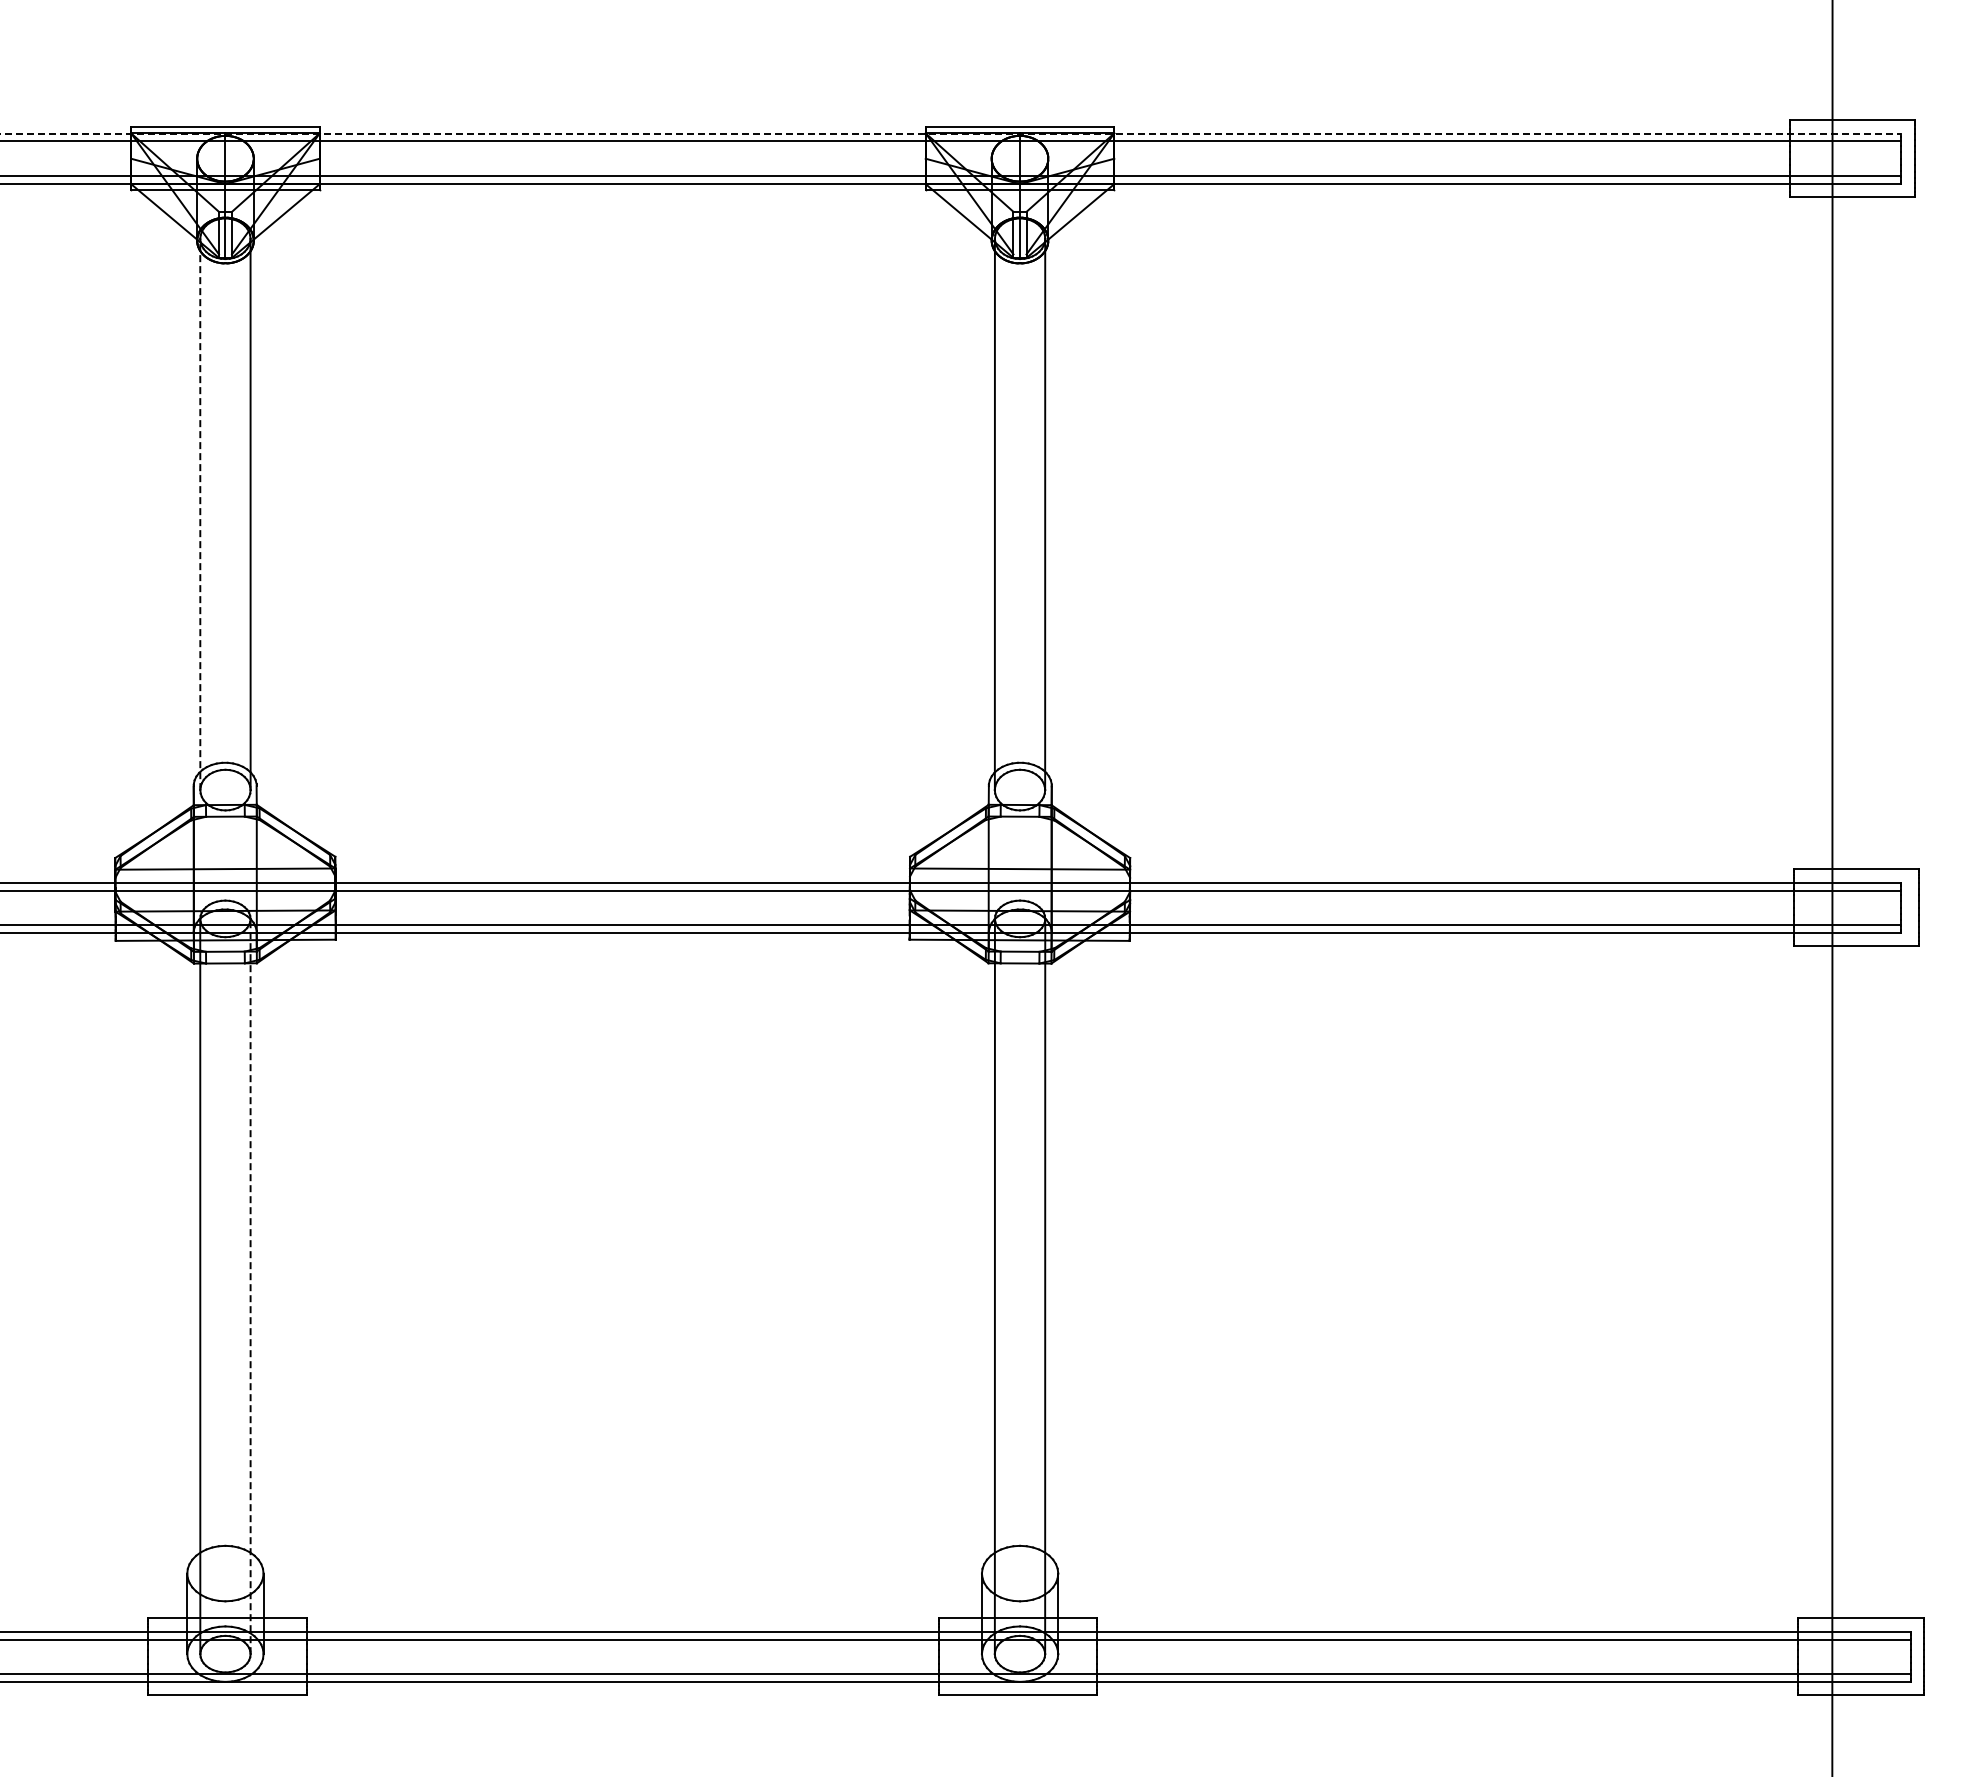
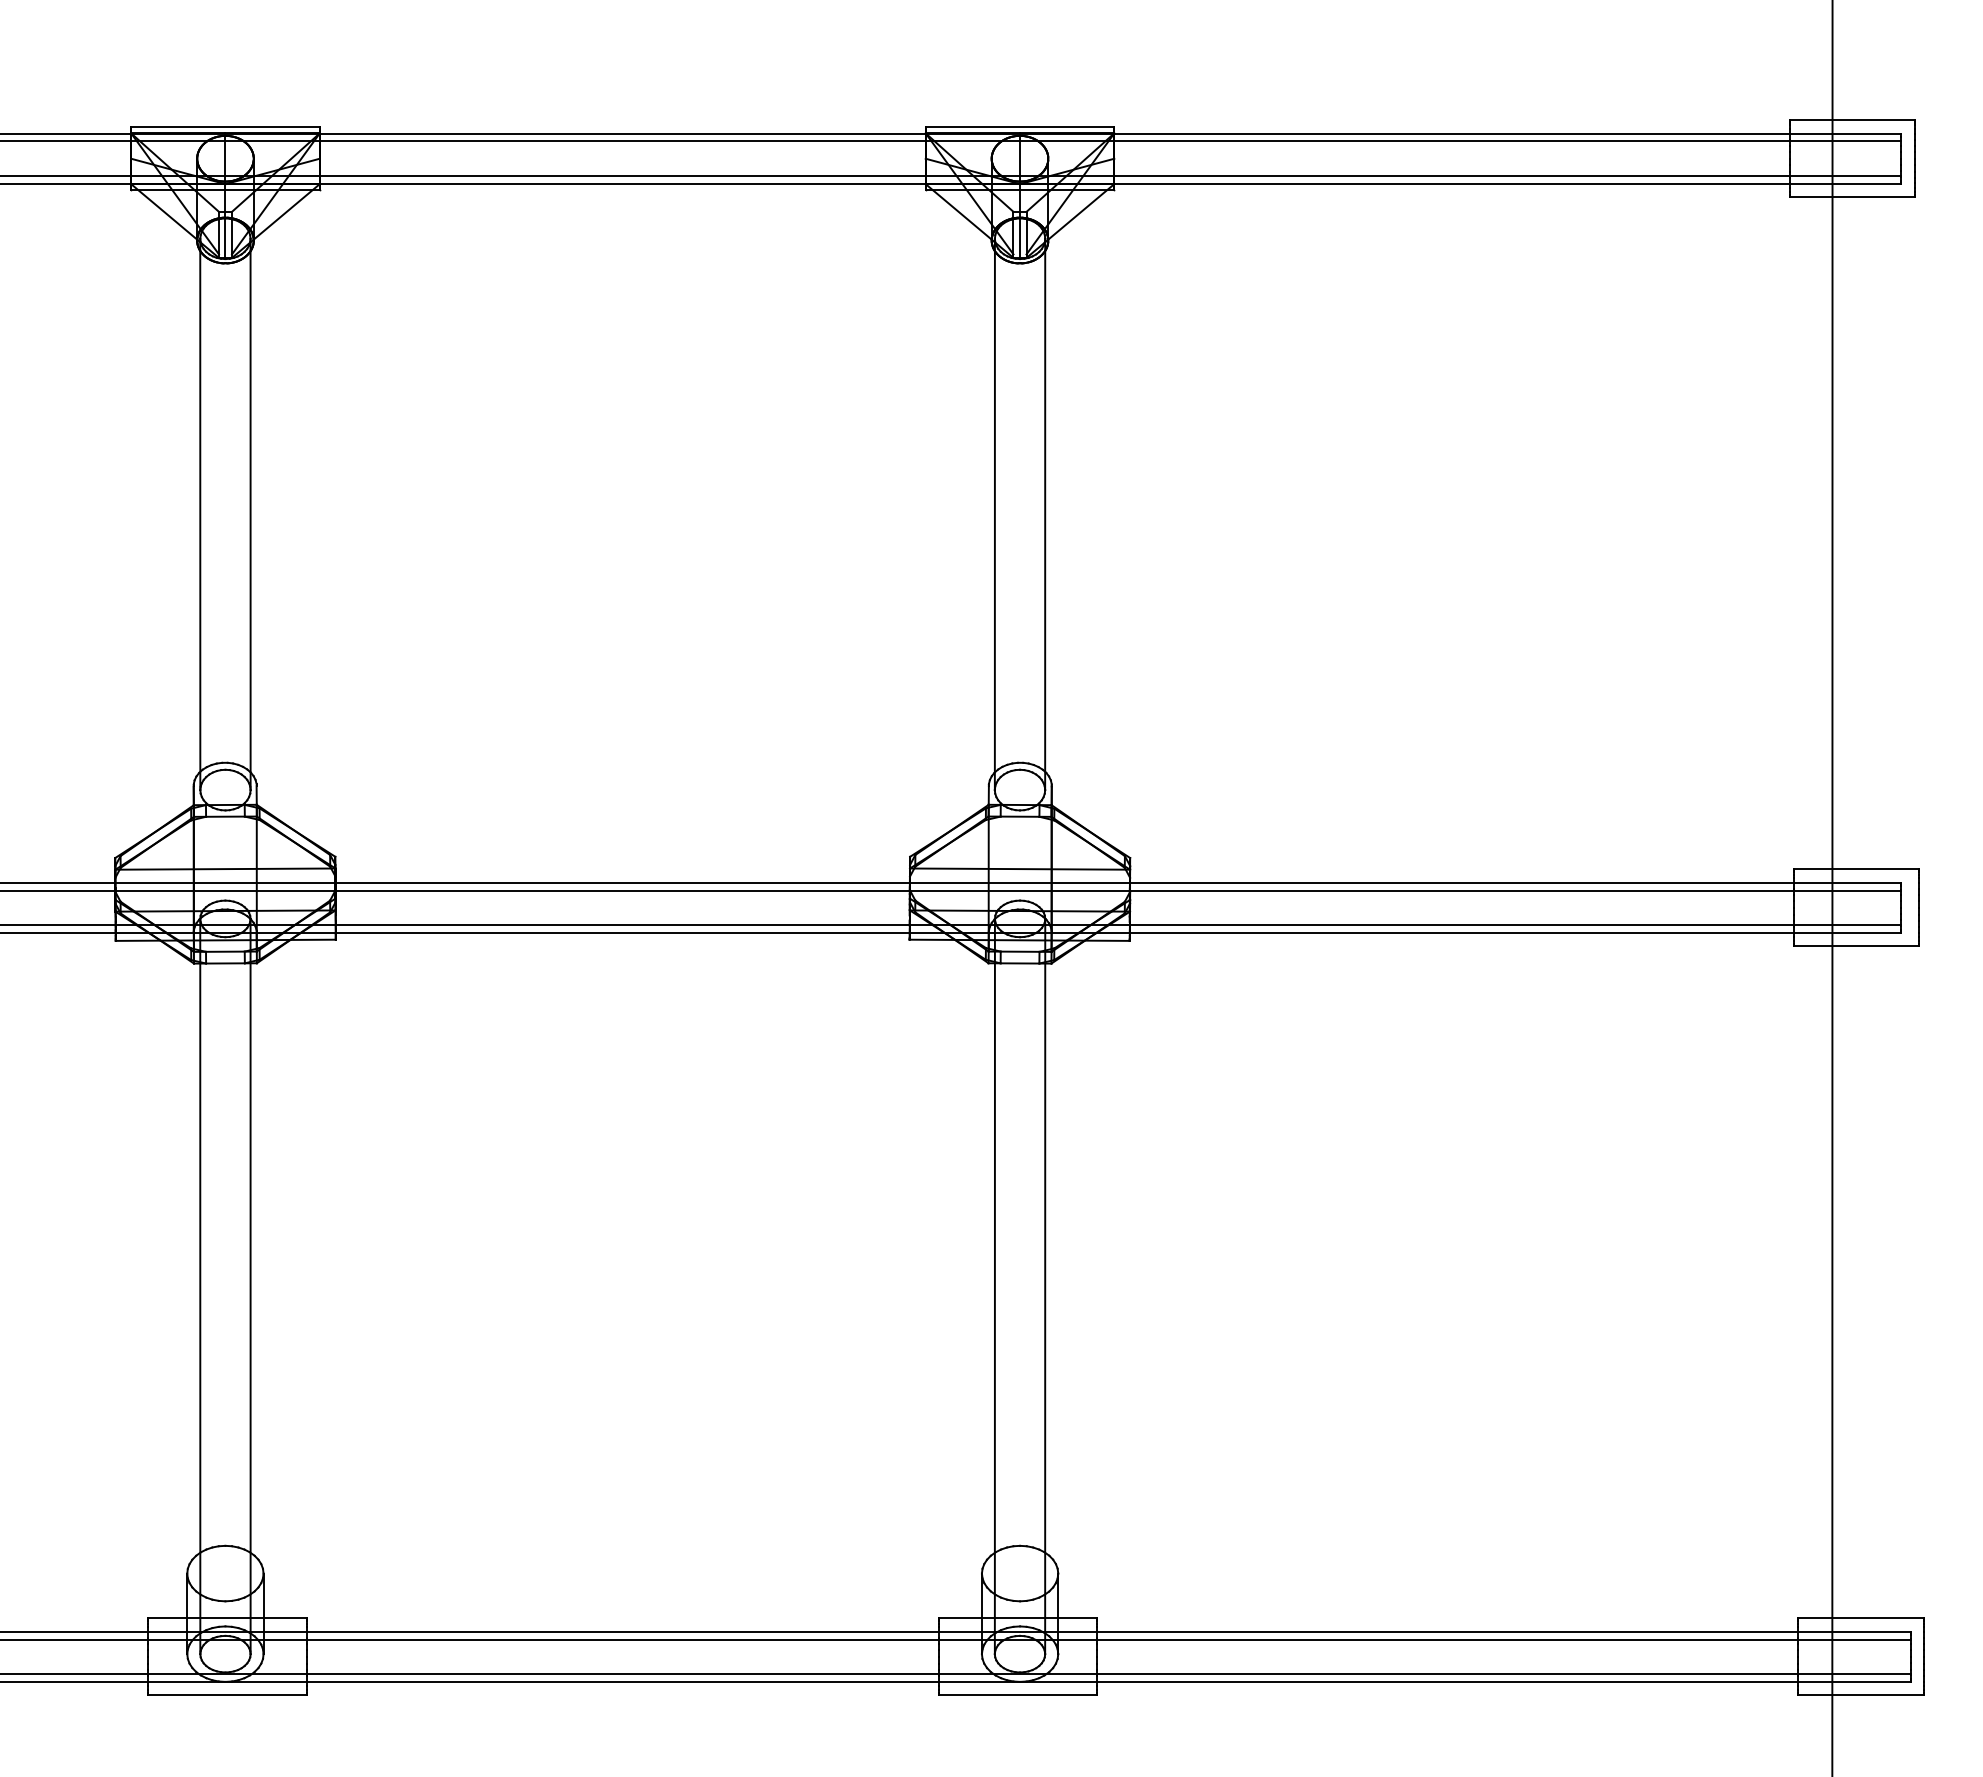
line at (951, 133): dashed -> solid
line at (200, 514): dashed -> solid
line at (250, 1286): dashed -> solid
